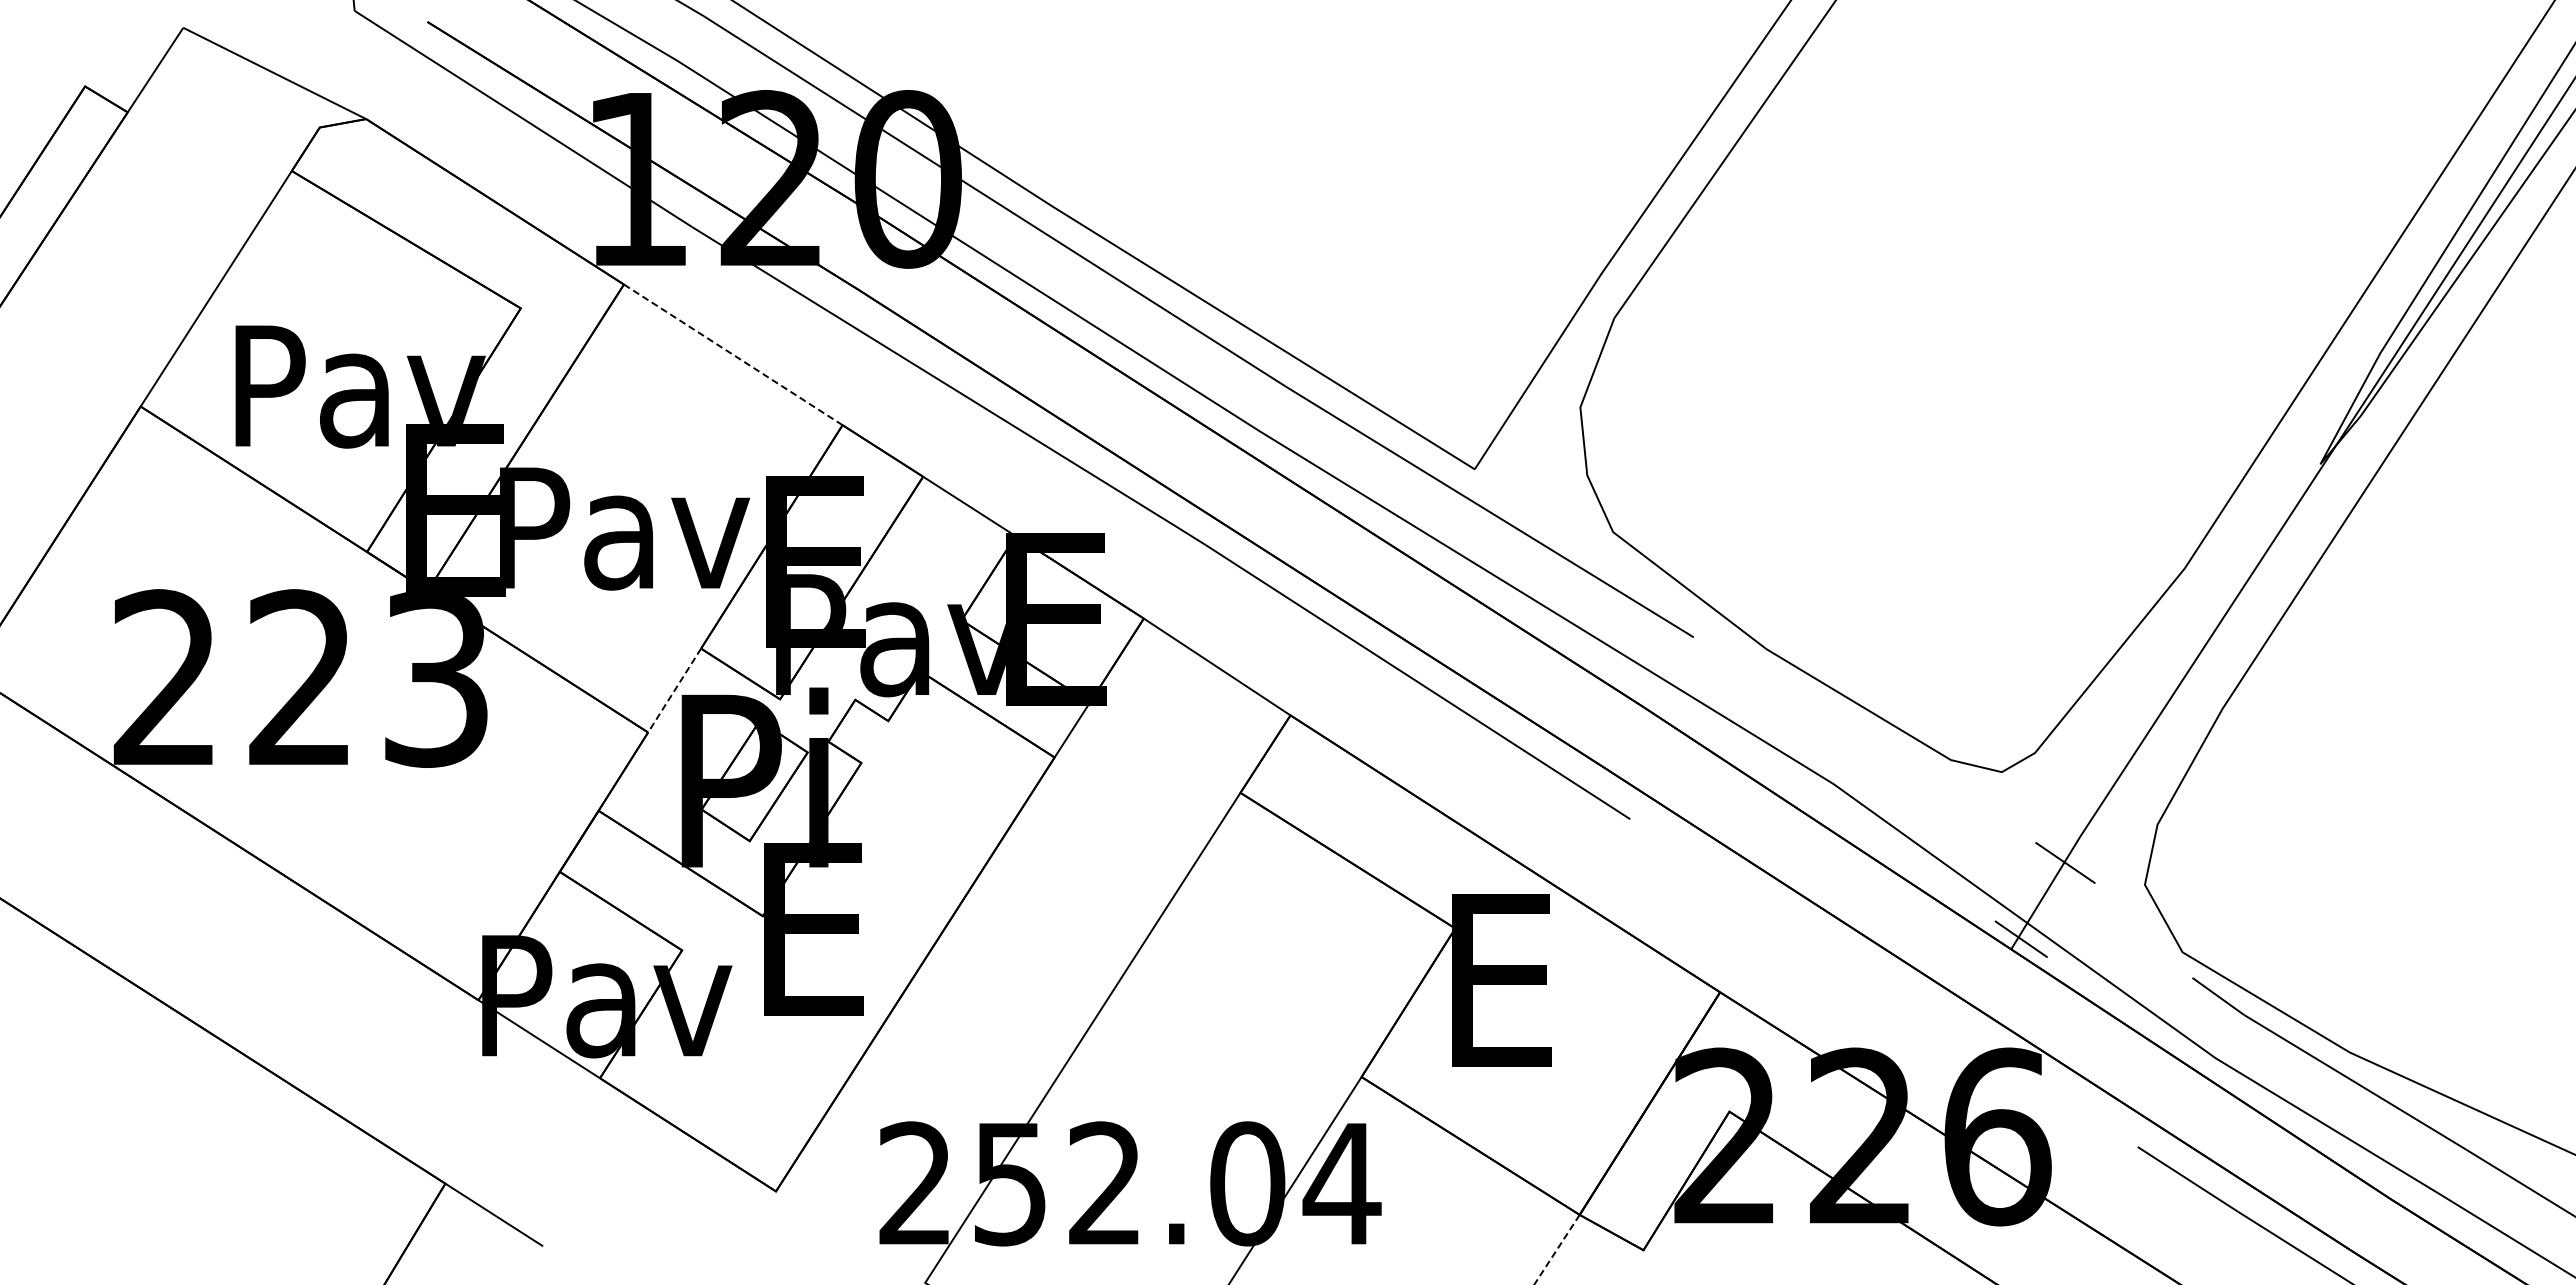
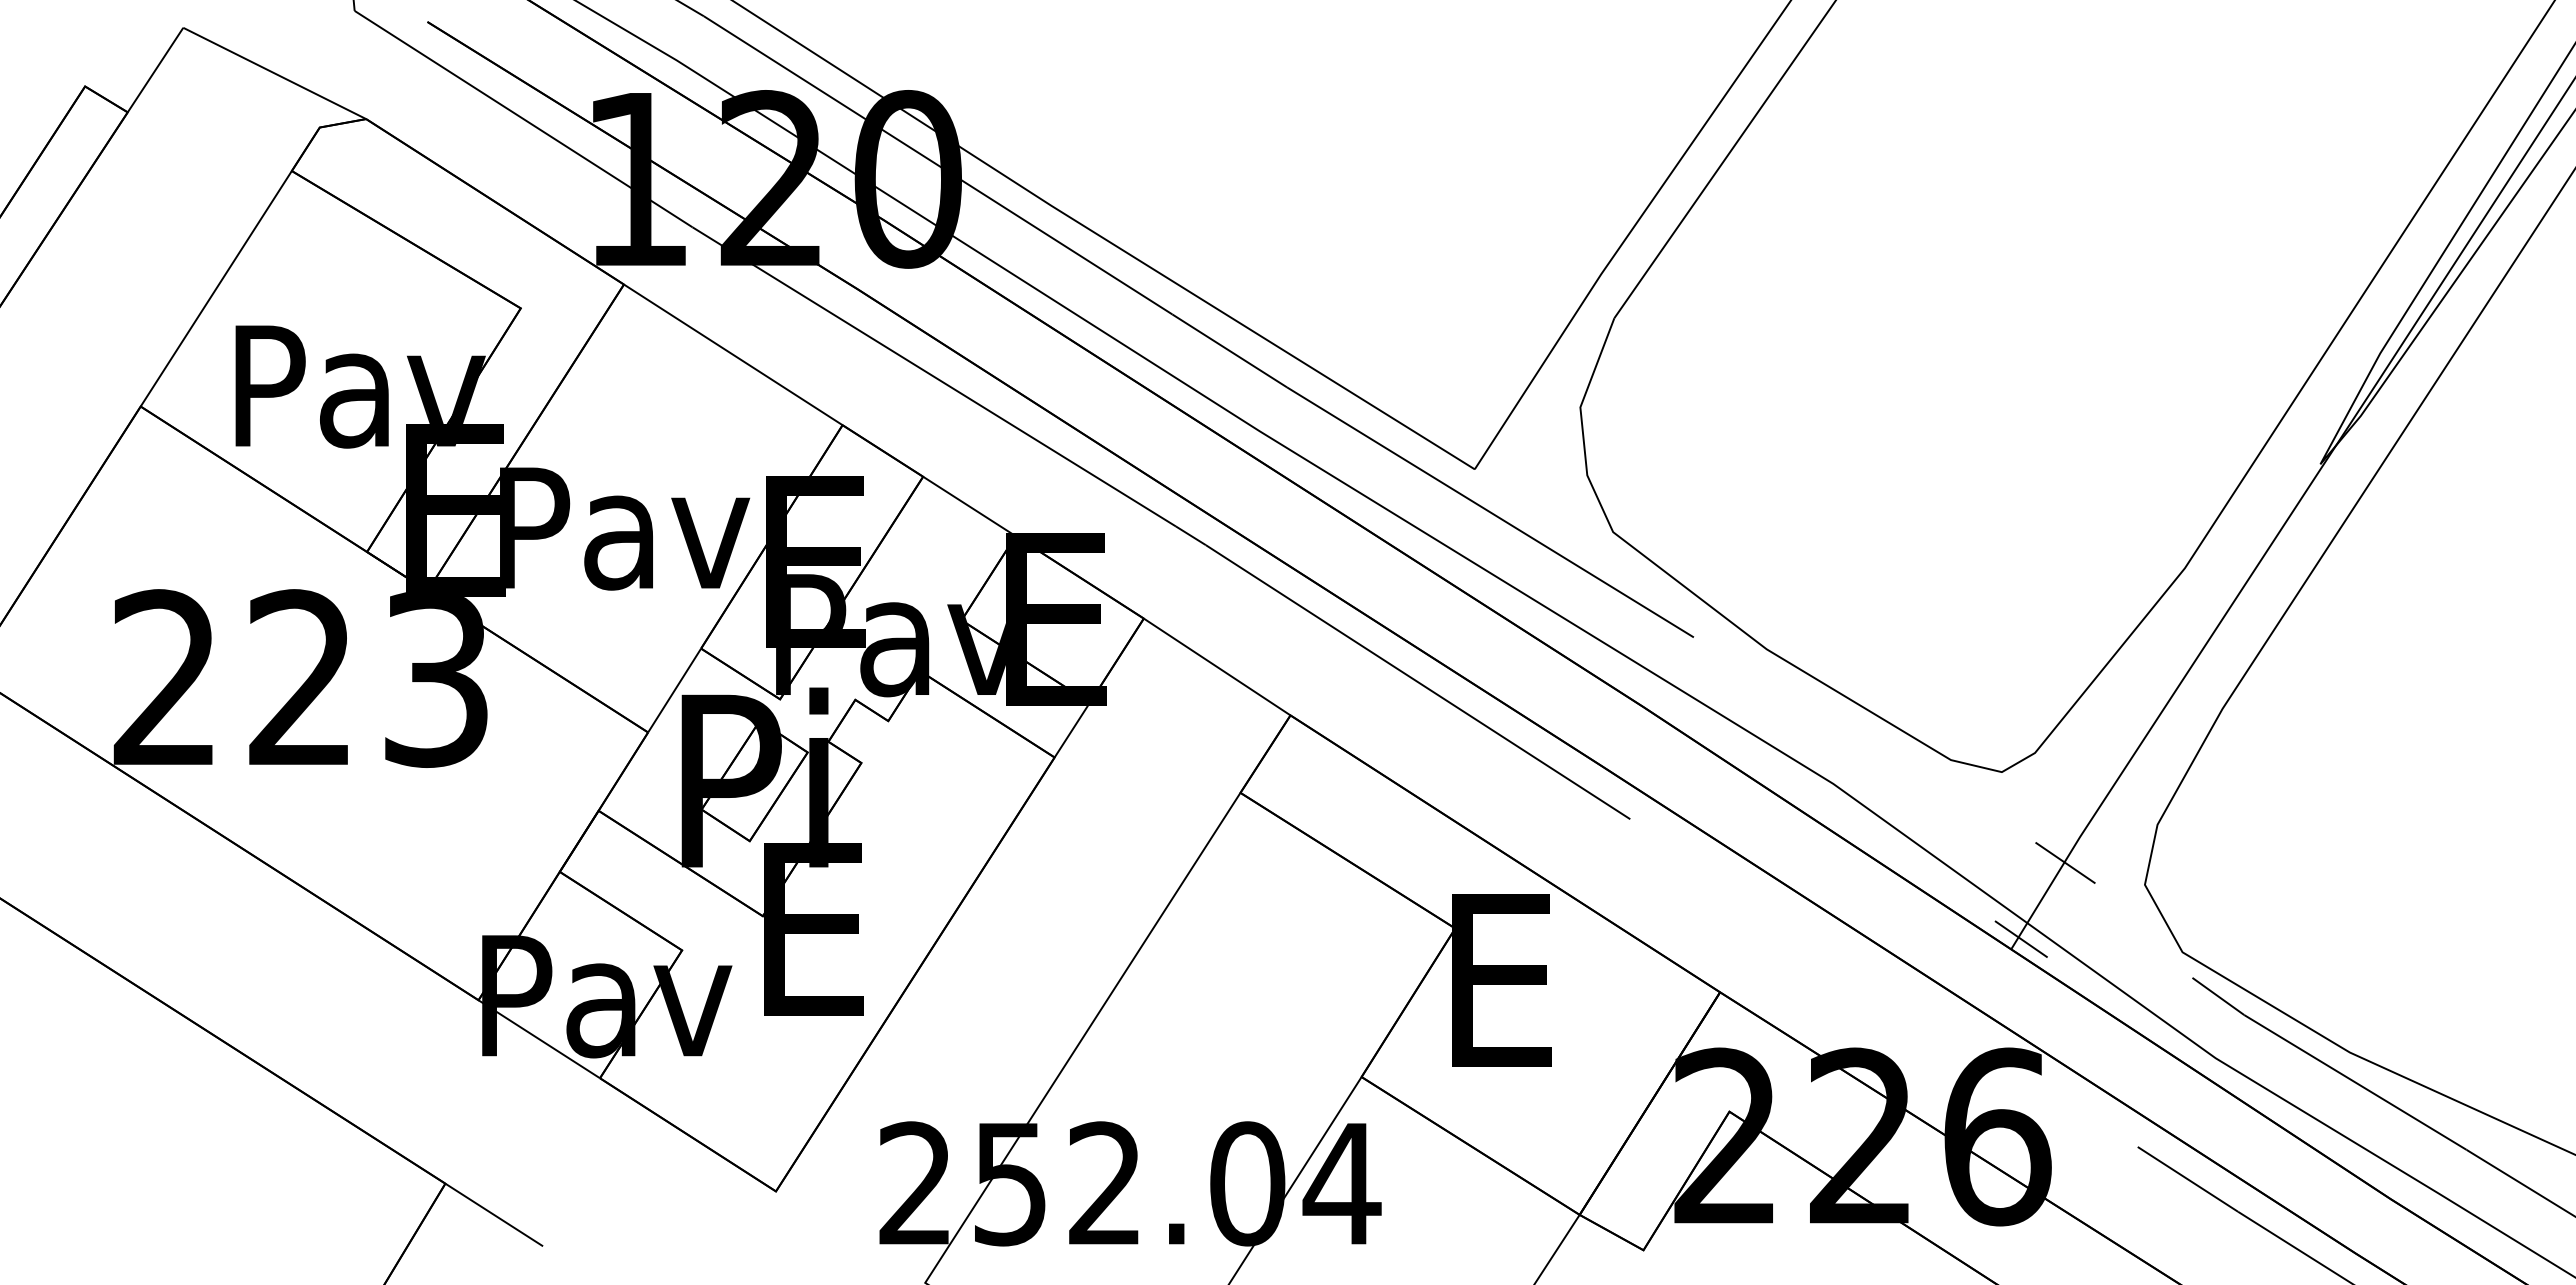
line at (733, 354): dashed -> solid
line at (674, 690): dashed -> solid
line at (1556, 1250): dashed -> solid
